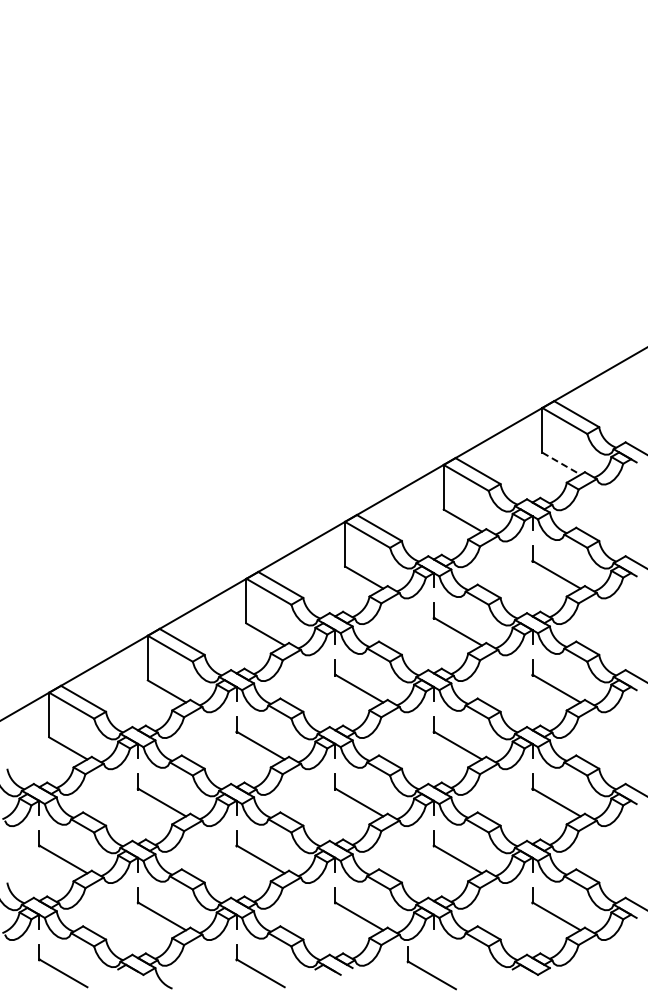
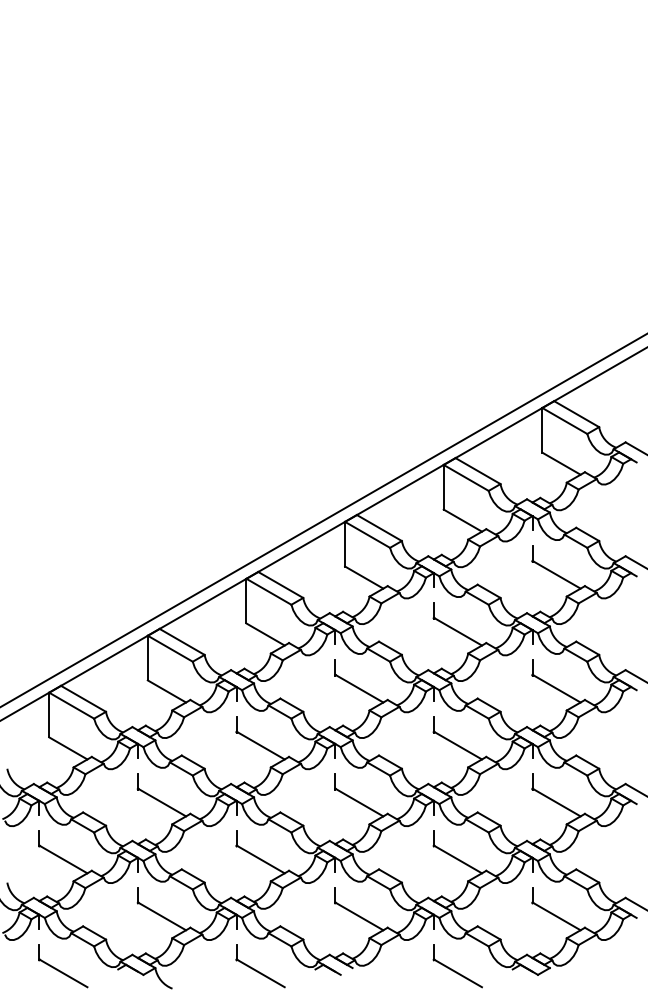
line at (561, 463): dashed -> solid
line at (323, 520): none -> present
part at (431, 968) position: (431, 968) -> (457, 966)
